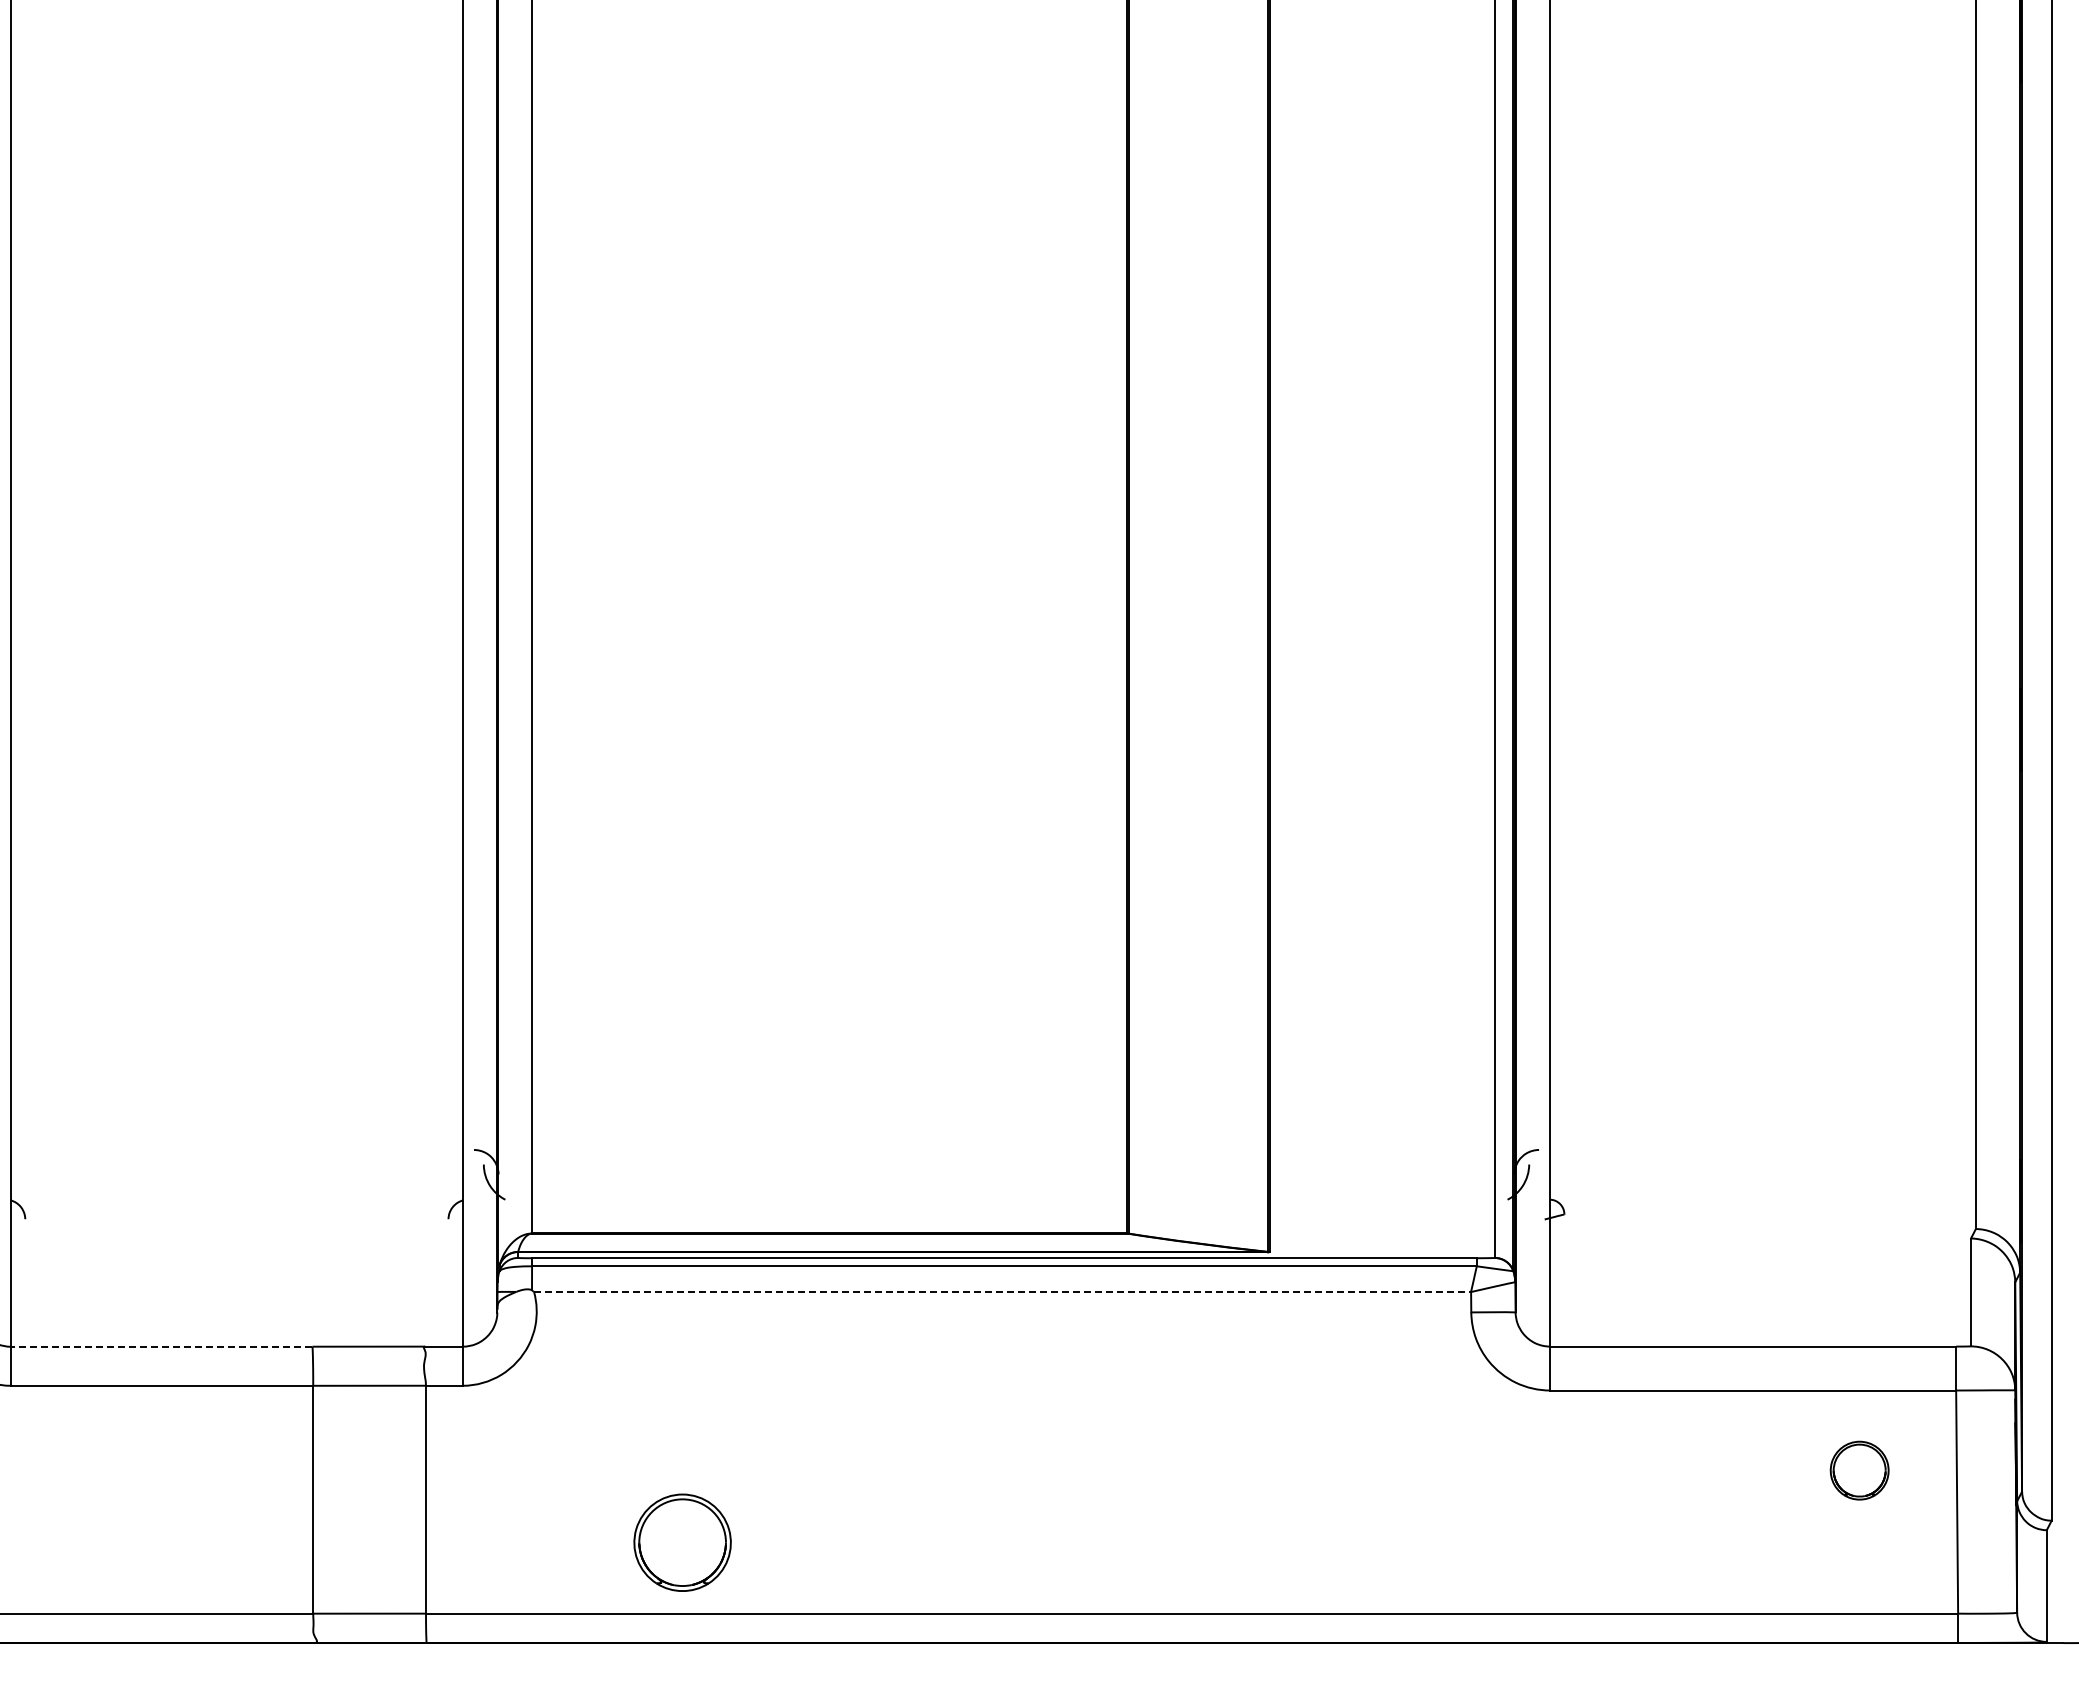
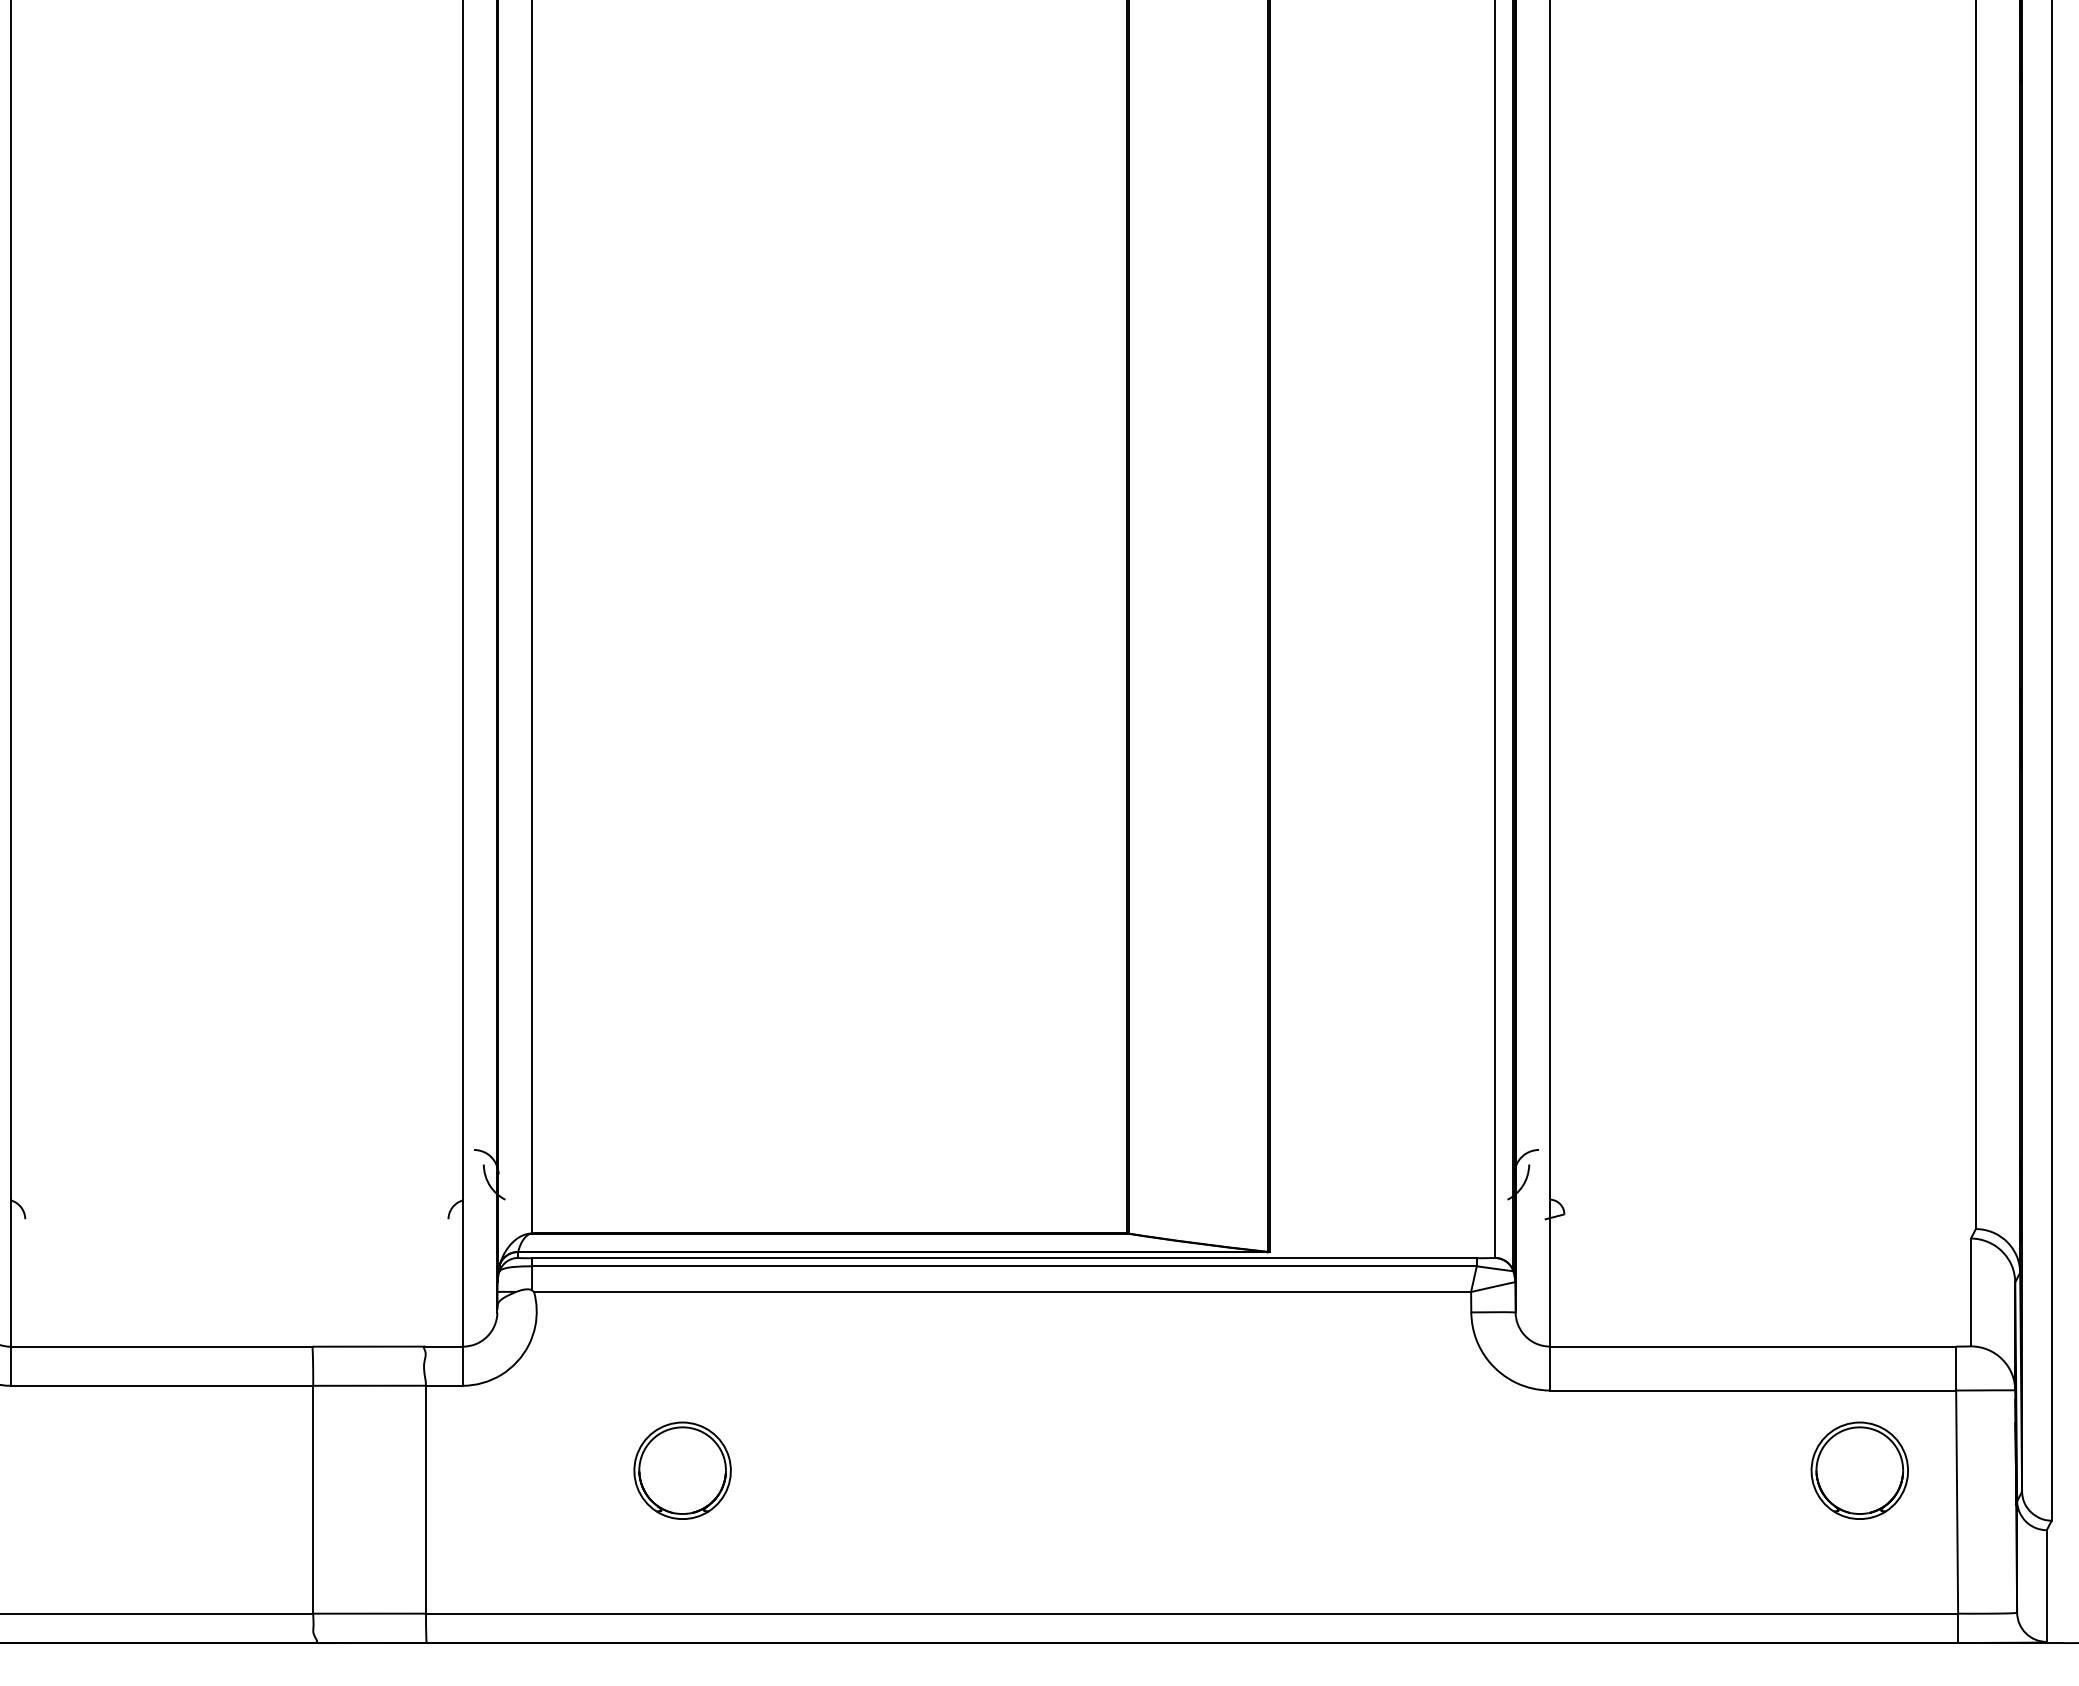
line at (1002, 1292): dashed -> solid
line at (161, 1346): dashed -> solid
part at (1859, 1470) size: 61x61 px -> 99x99 px
part at (682, 1542) position: (682, 1542) -> (682, 1470)
